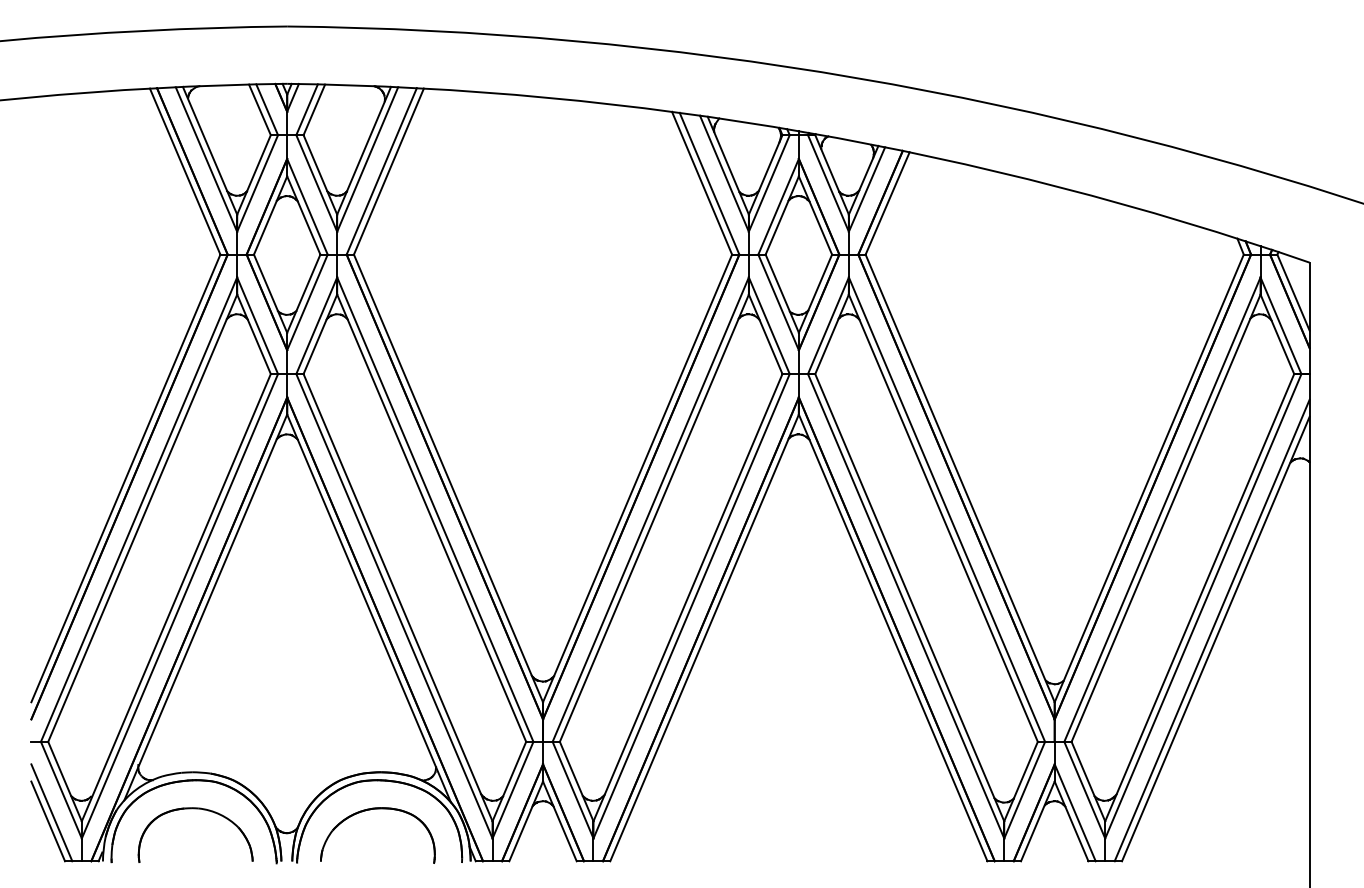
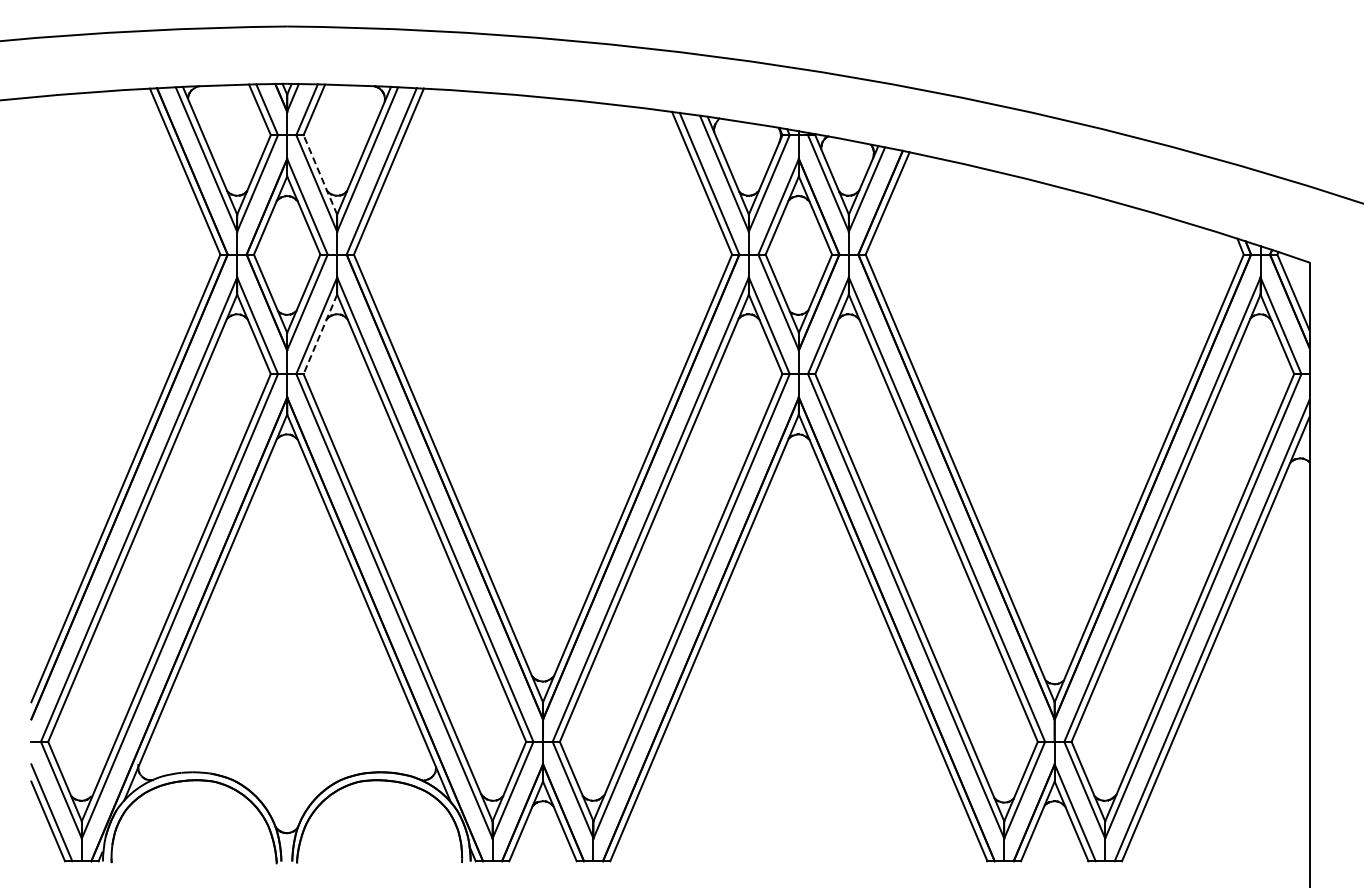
line at (320, 174): solid -> dashed
line at (320, 334): solid -> dashed
part at (195, 809): present -> none
part at (370, 810): present -> none
